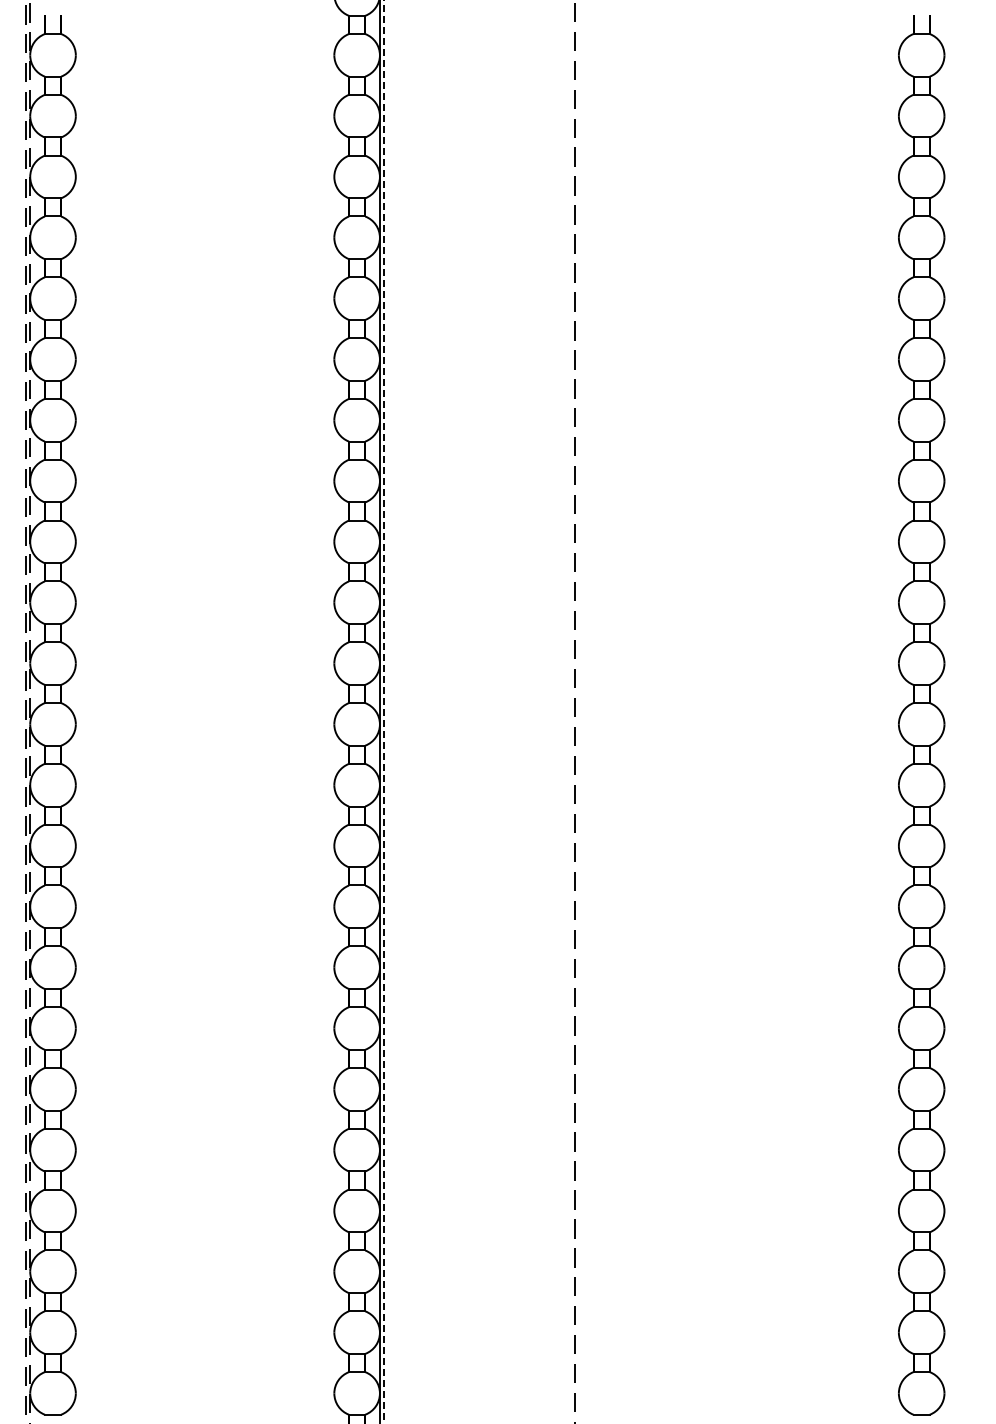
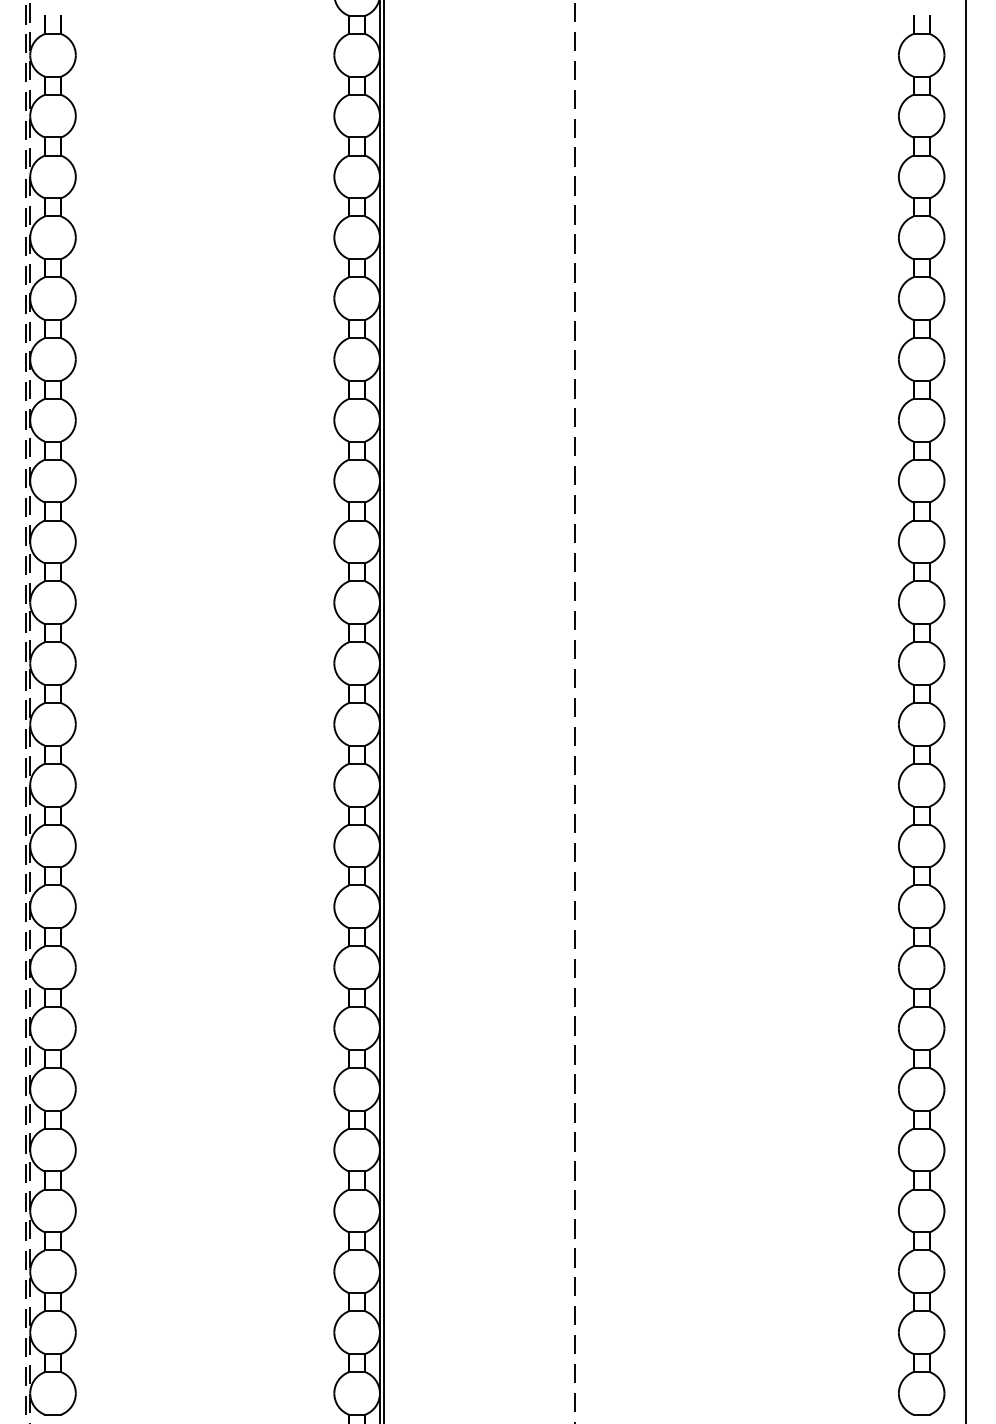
line at (966, 711): none -> present
line at (384, 712): dashed -> solid
